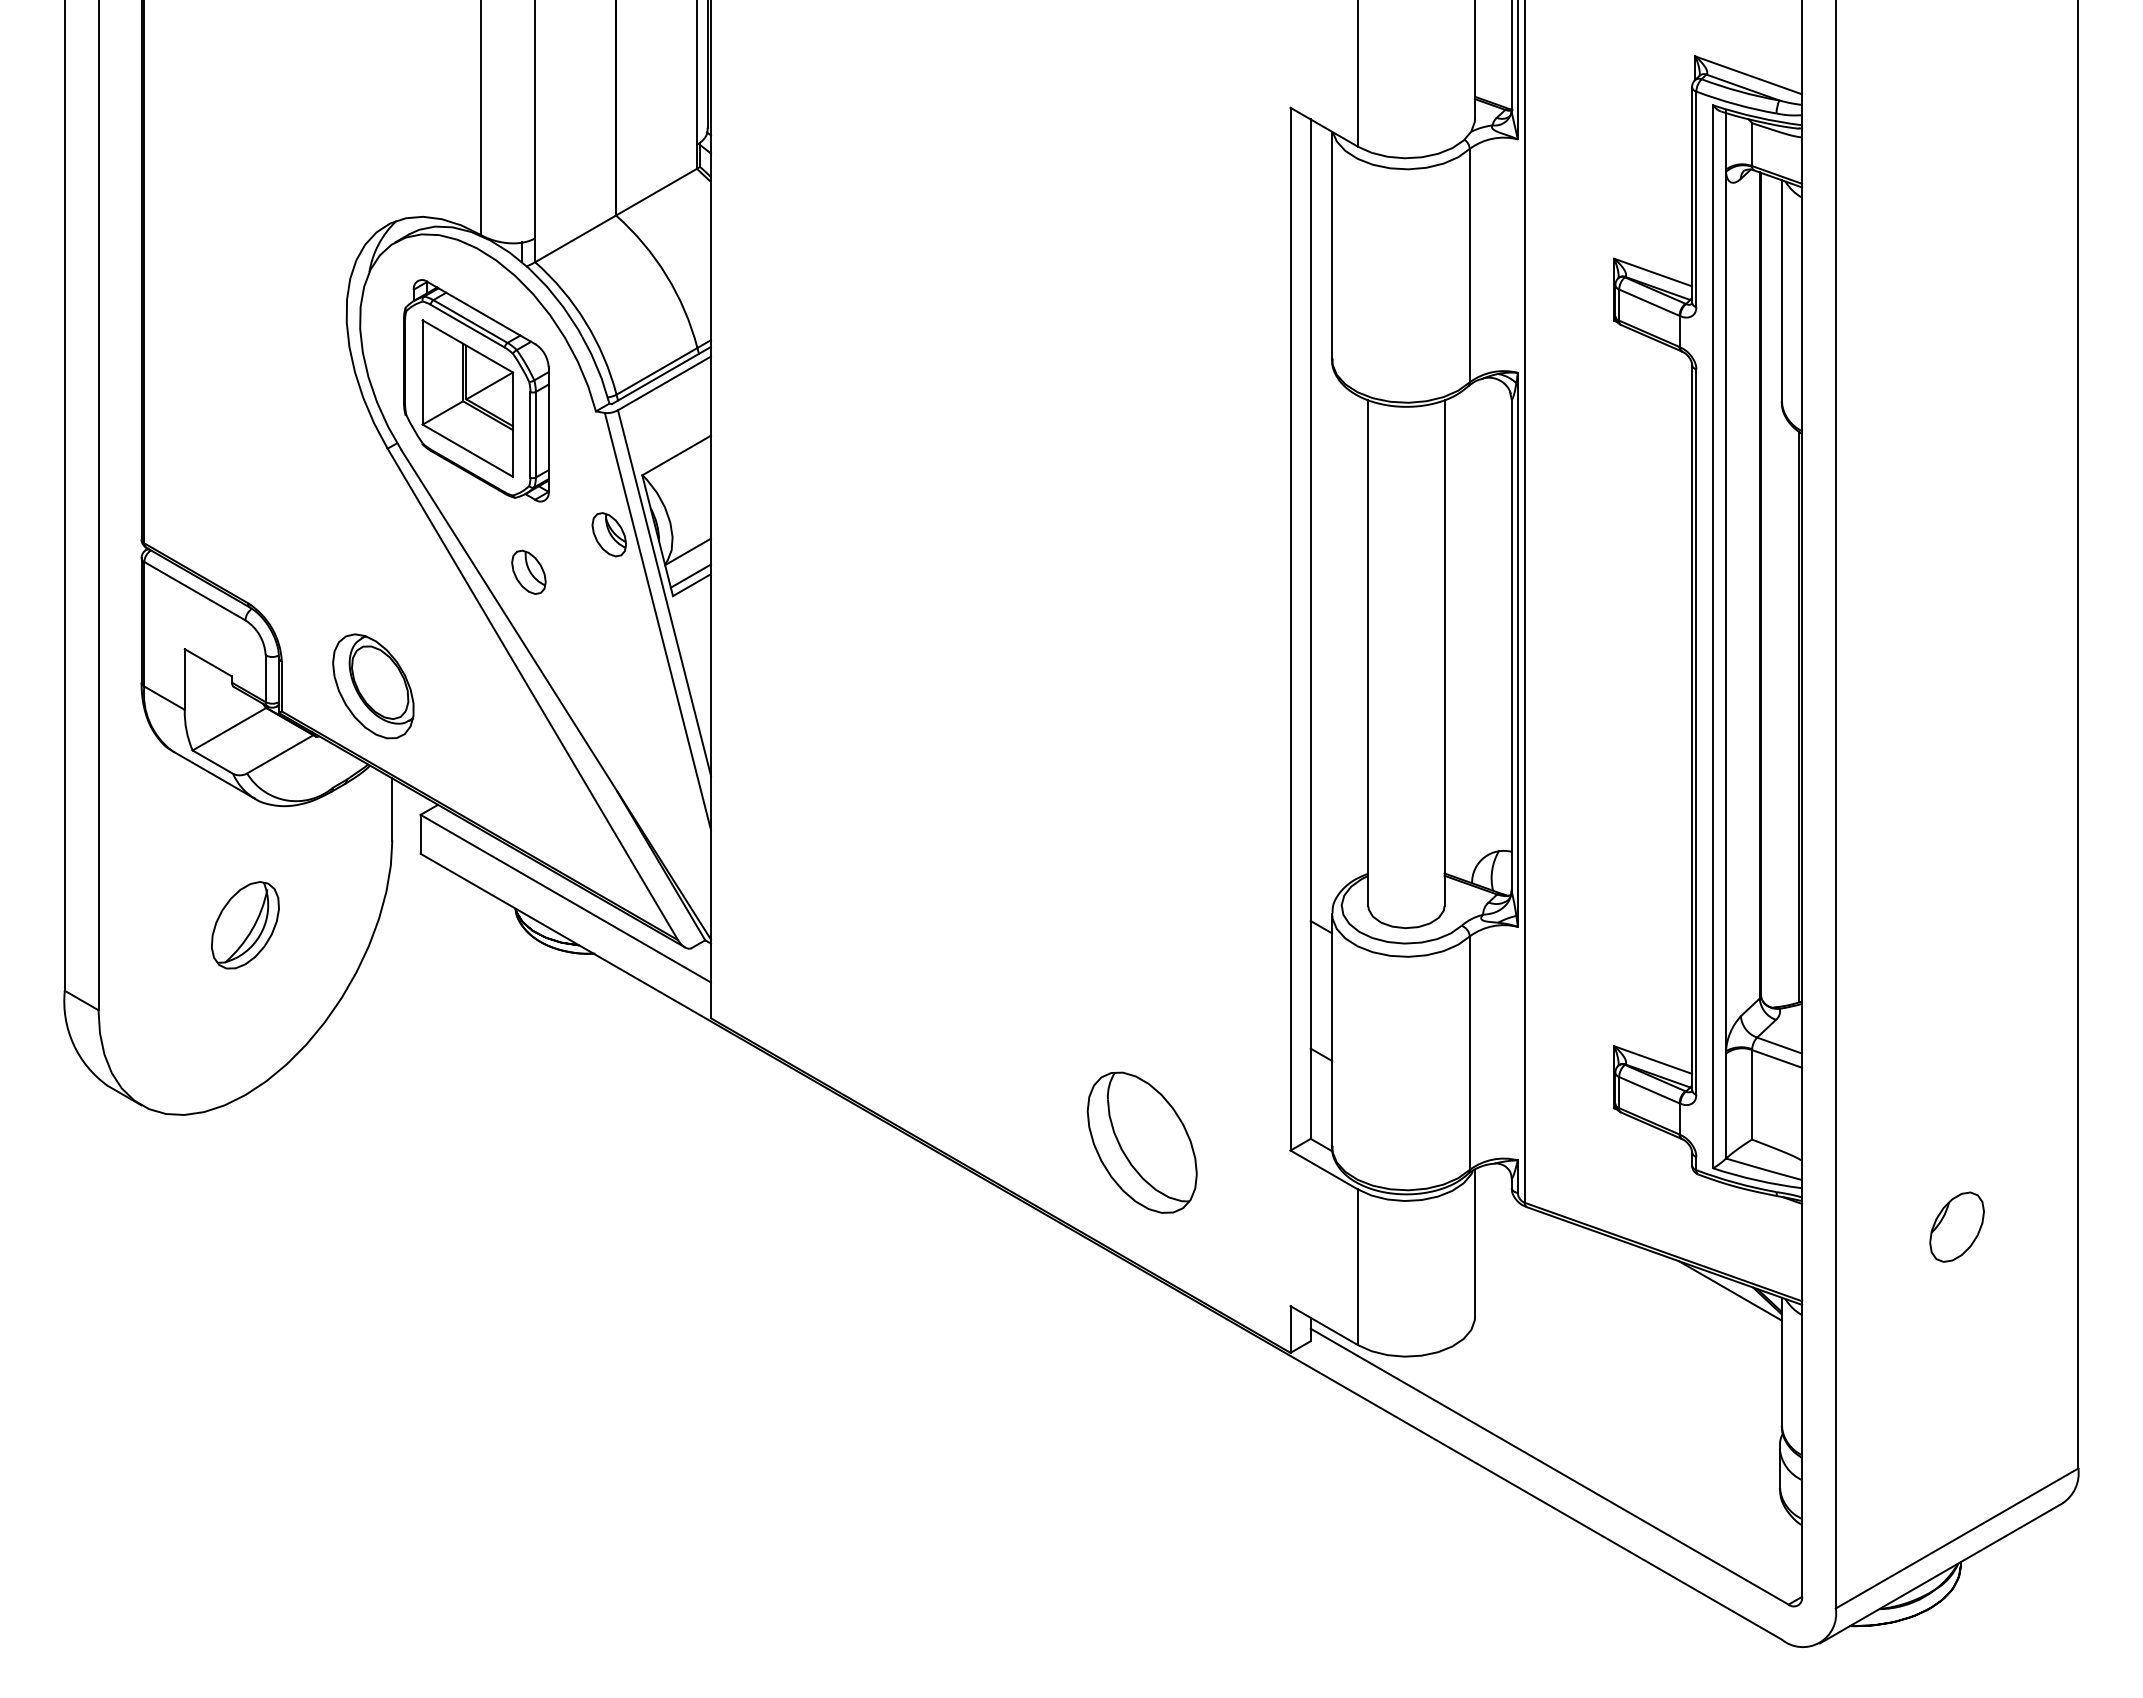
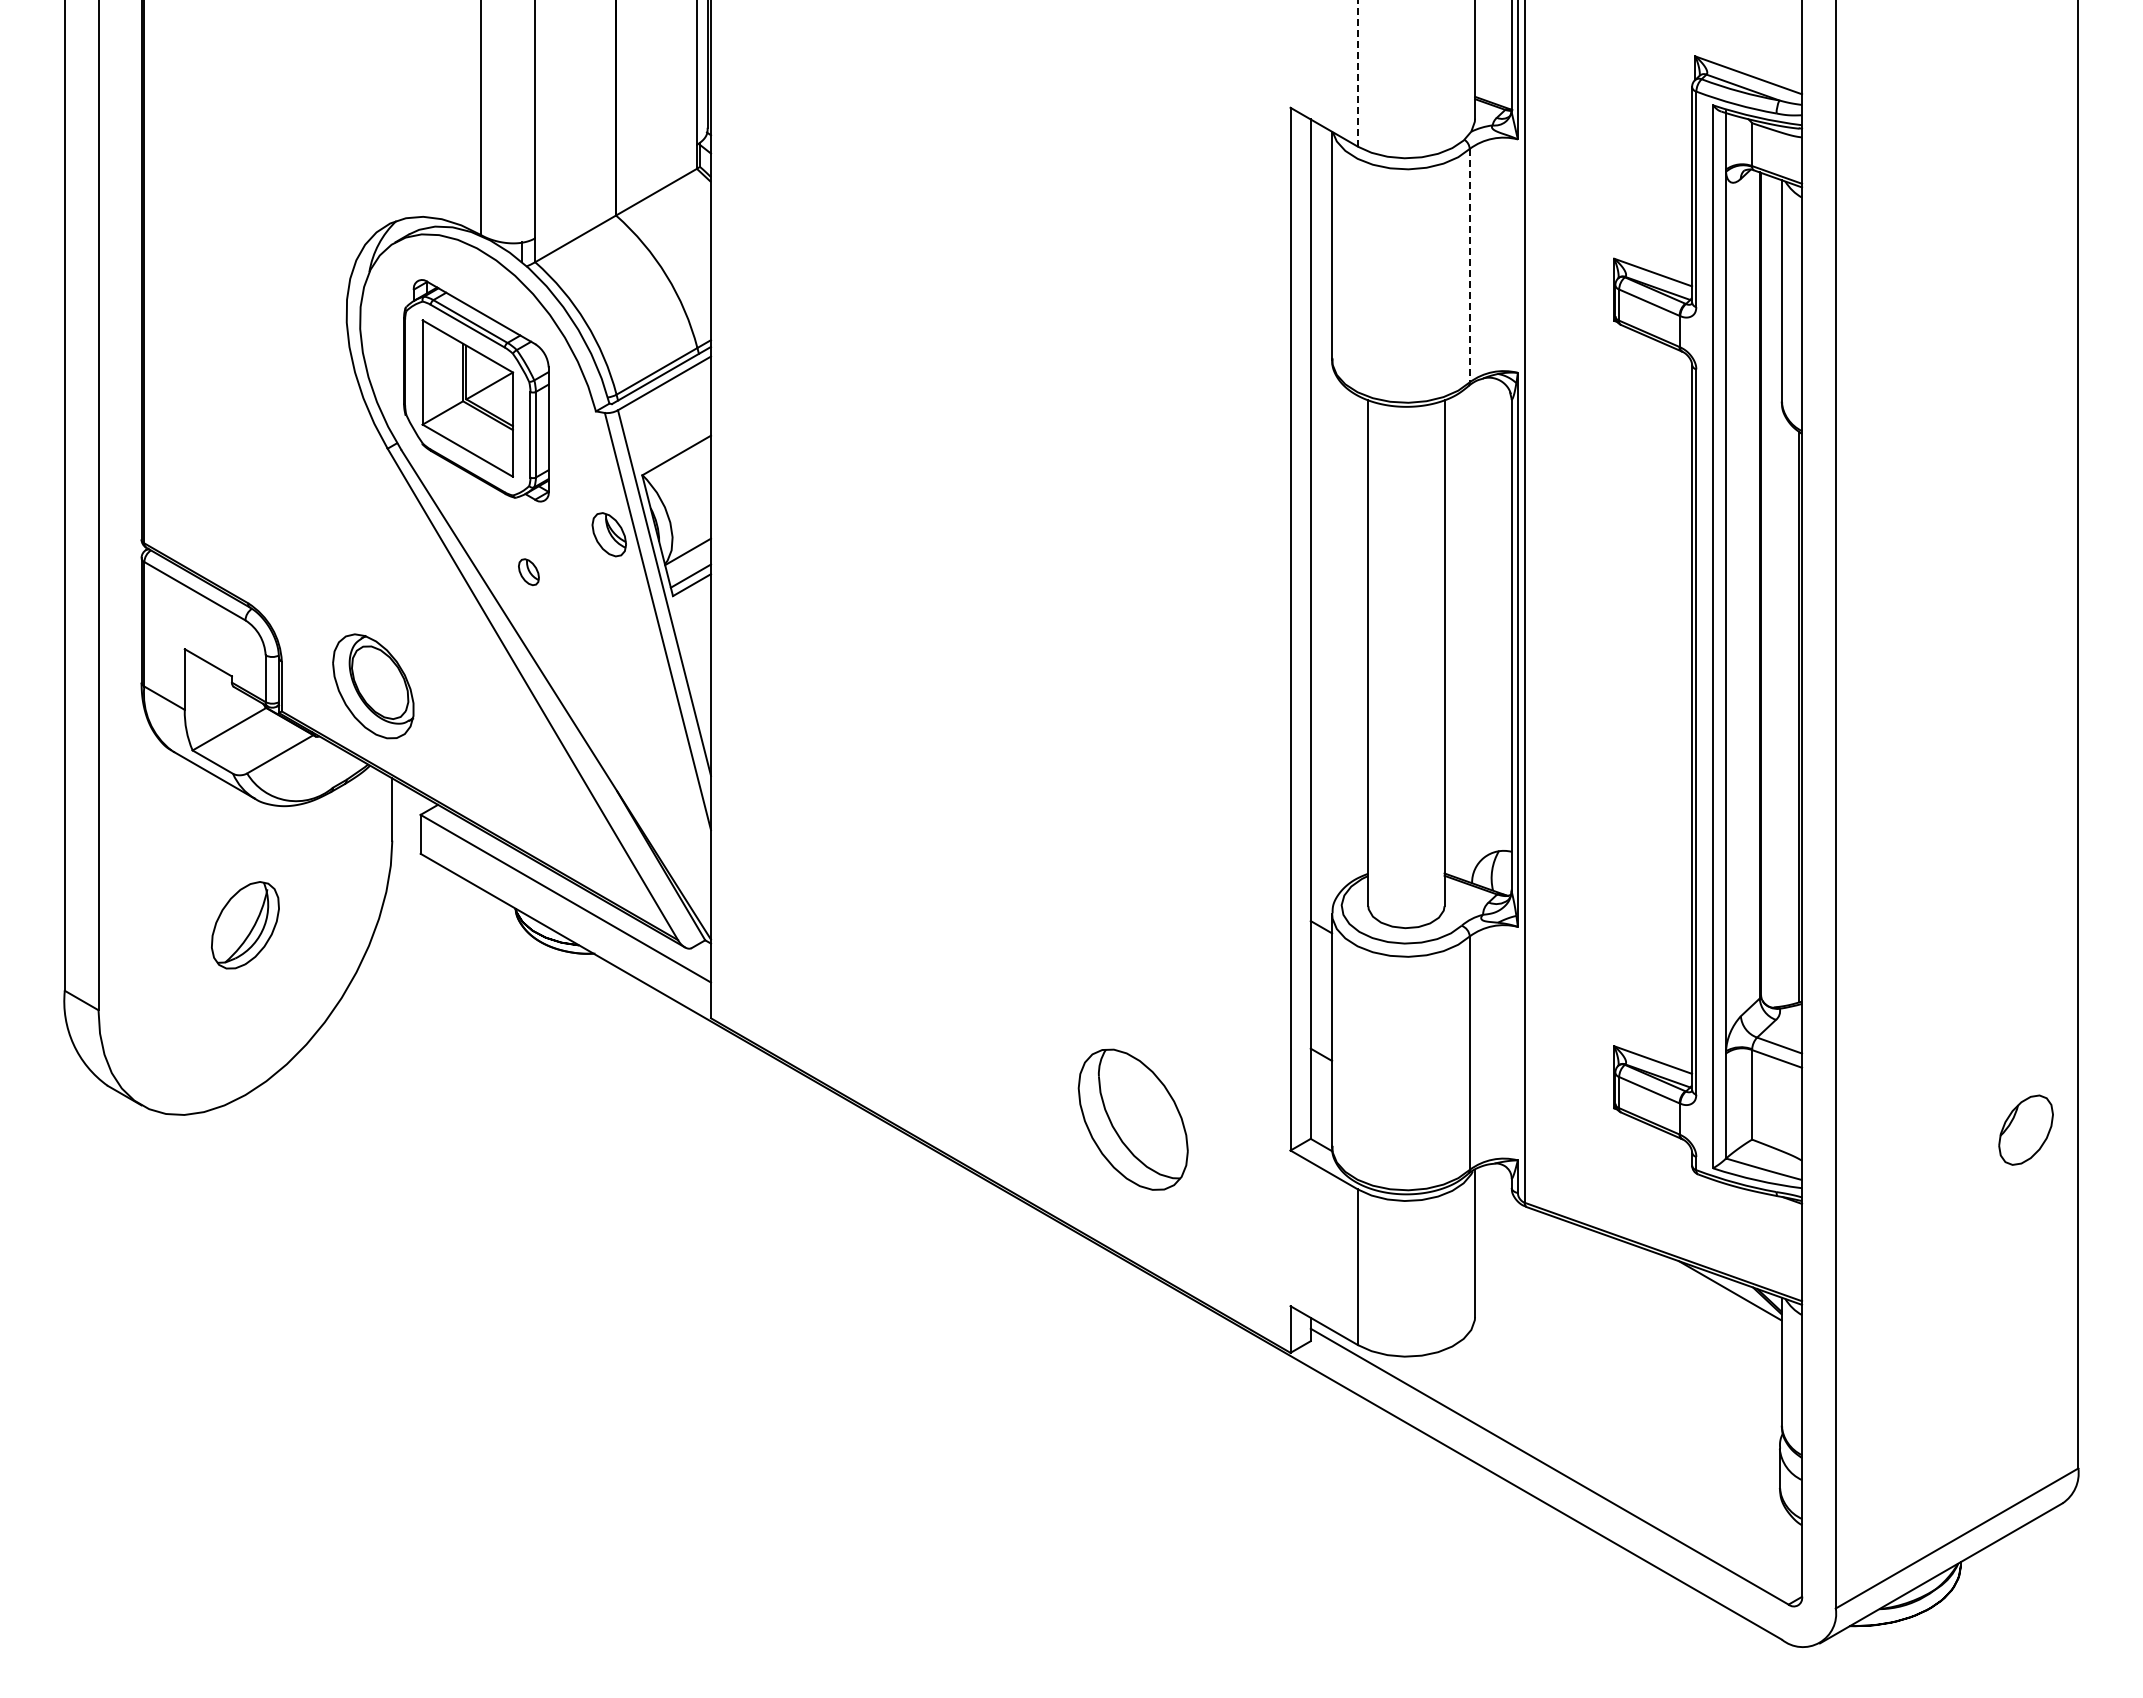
line at (1357, 72): solid -> dashed
line at (1469, 265): solid -> dashed
part at (528, 571) size: 36x46 px -> 22x29 px
part at (1141, 1142) position: (1141, 1142) -> (1132, 1119)
part at (1956, 1226) position: (1956, 1226) -> (2025, 1129)
